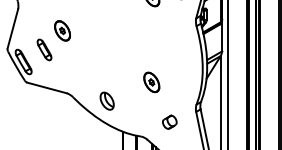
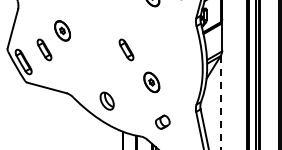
part at (126, 49): none -> present
line at (228, 74): present -> none
line at (220, 102): solid -> dashed
part at (169, 121) position: (169, 121) -> (162, 121)
